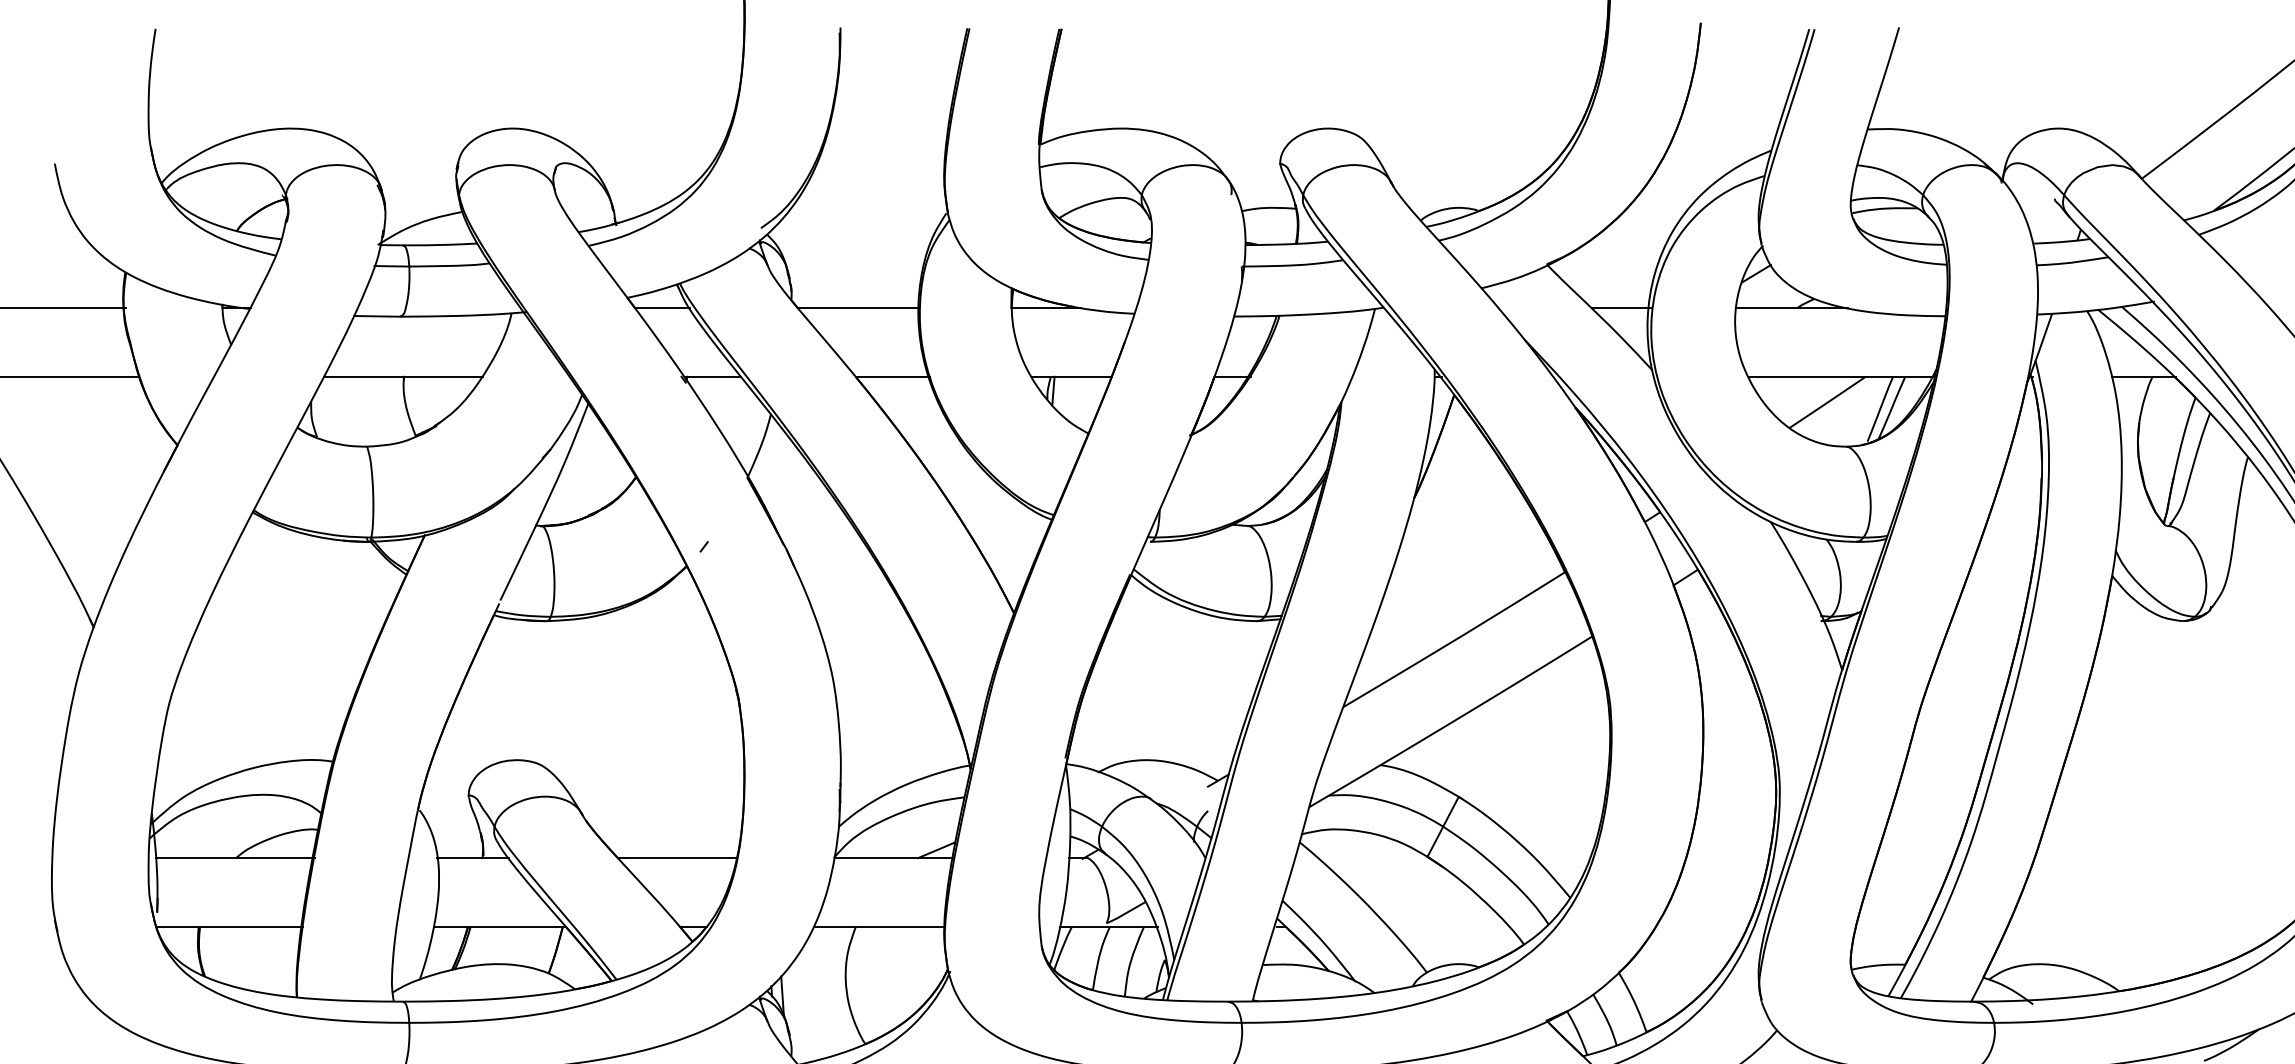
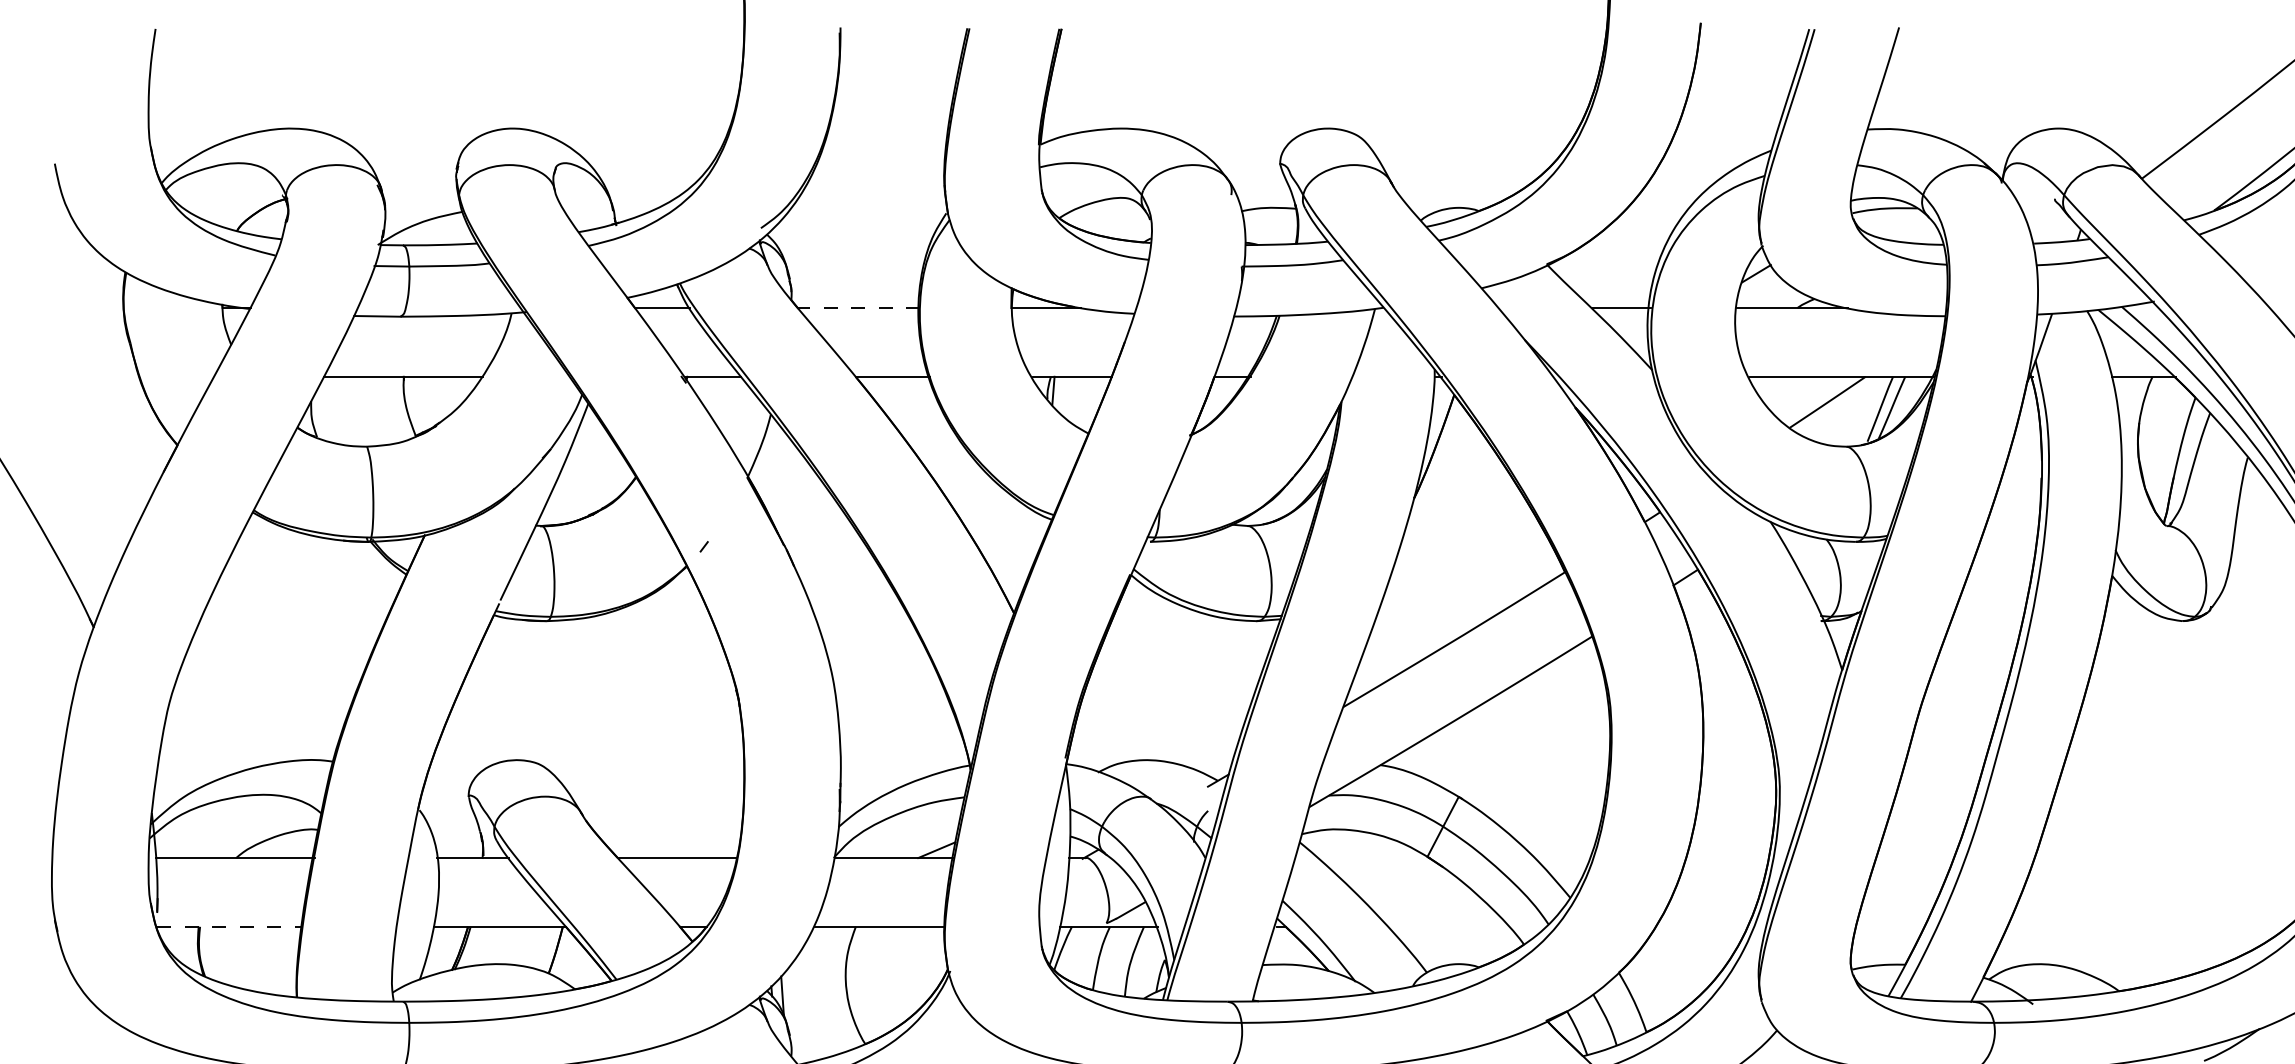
line at (63, 308): present -> none
line at (858, 308): solid -> dashed
line at (70, 376): present -> none
line at (230, 926): solid -> dashed
